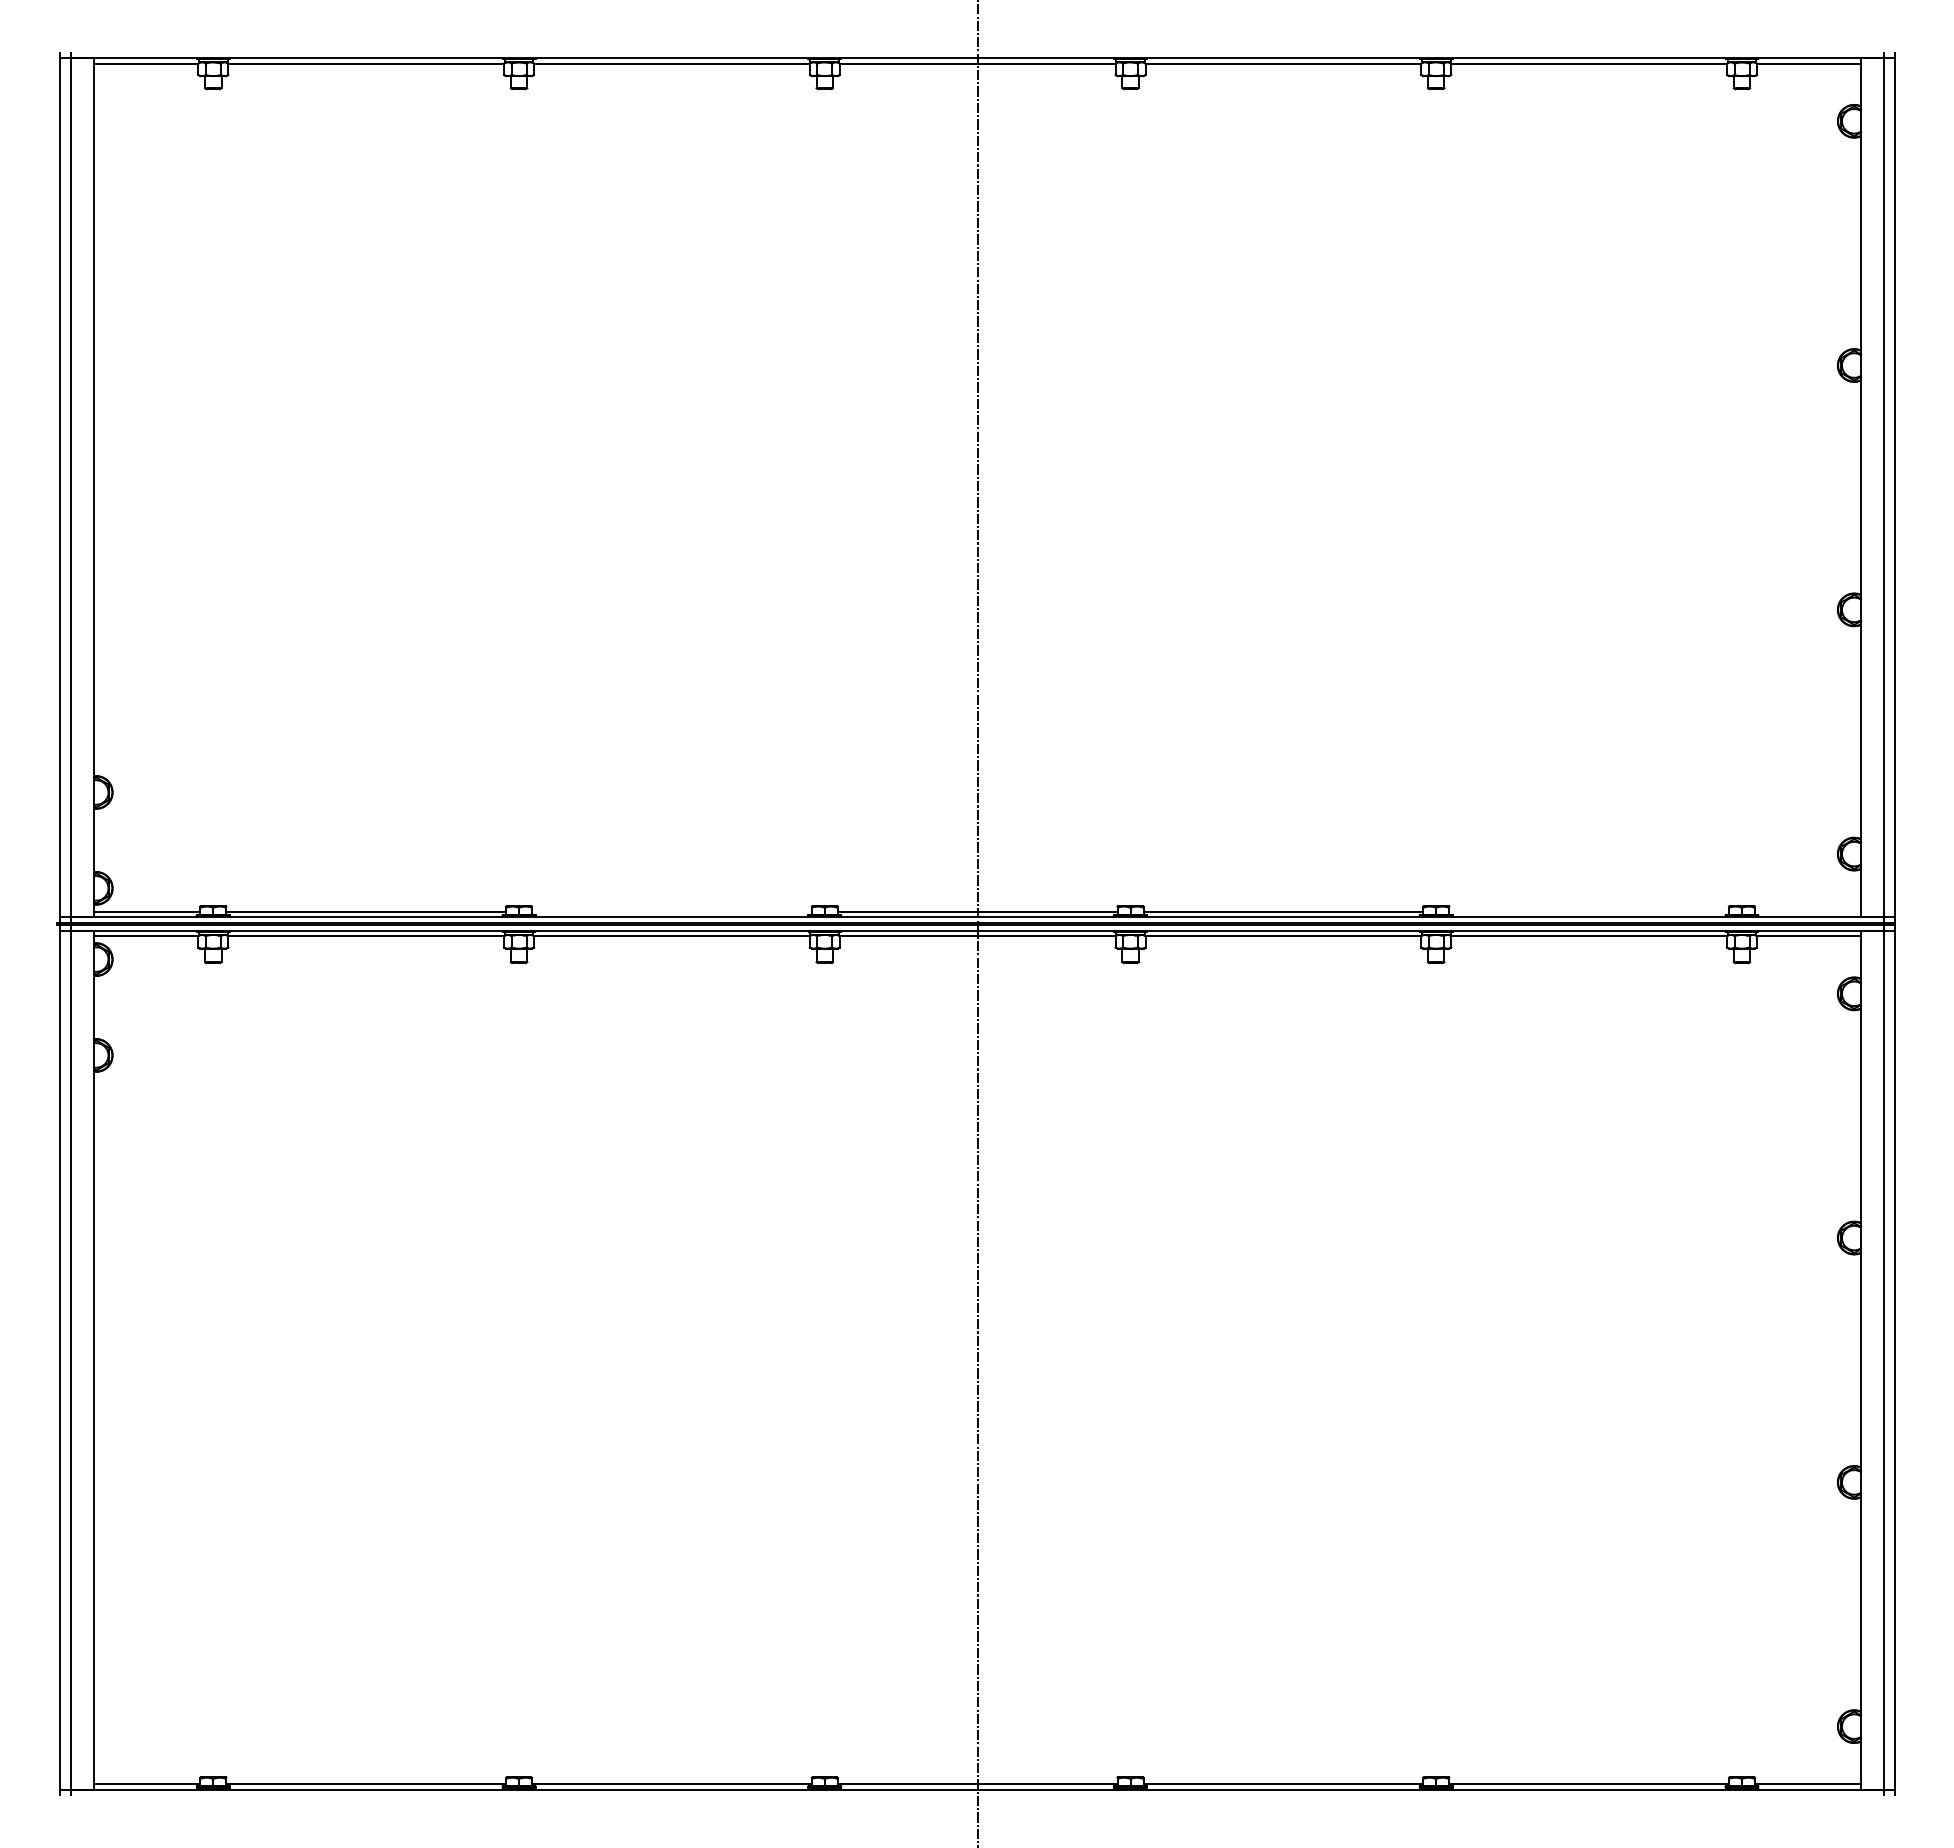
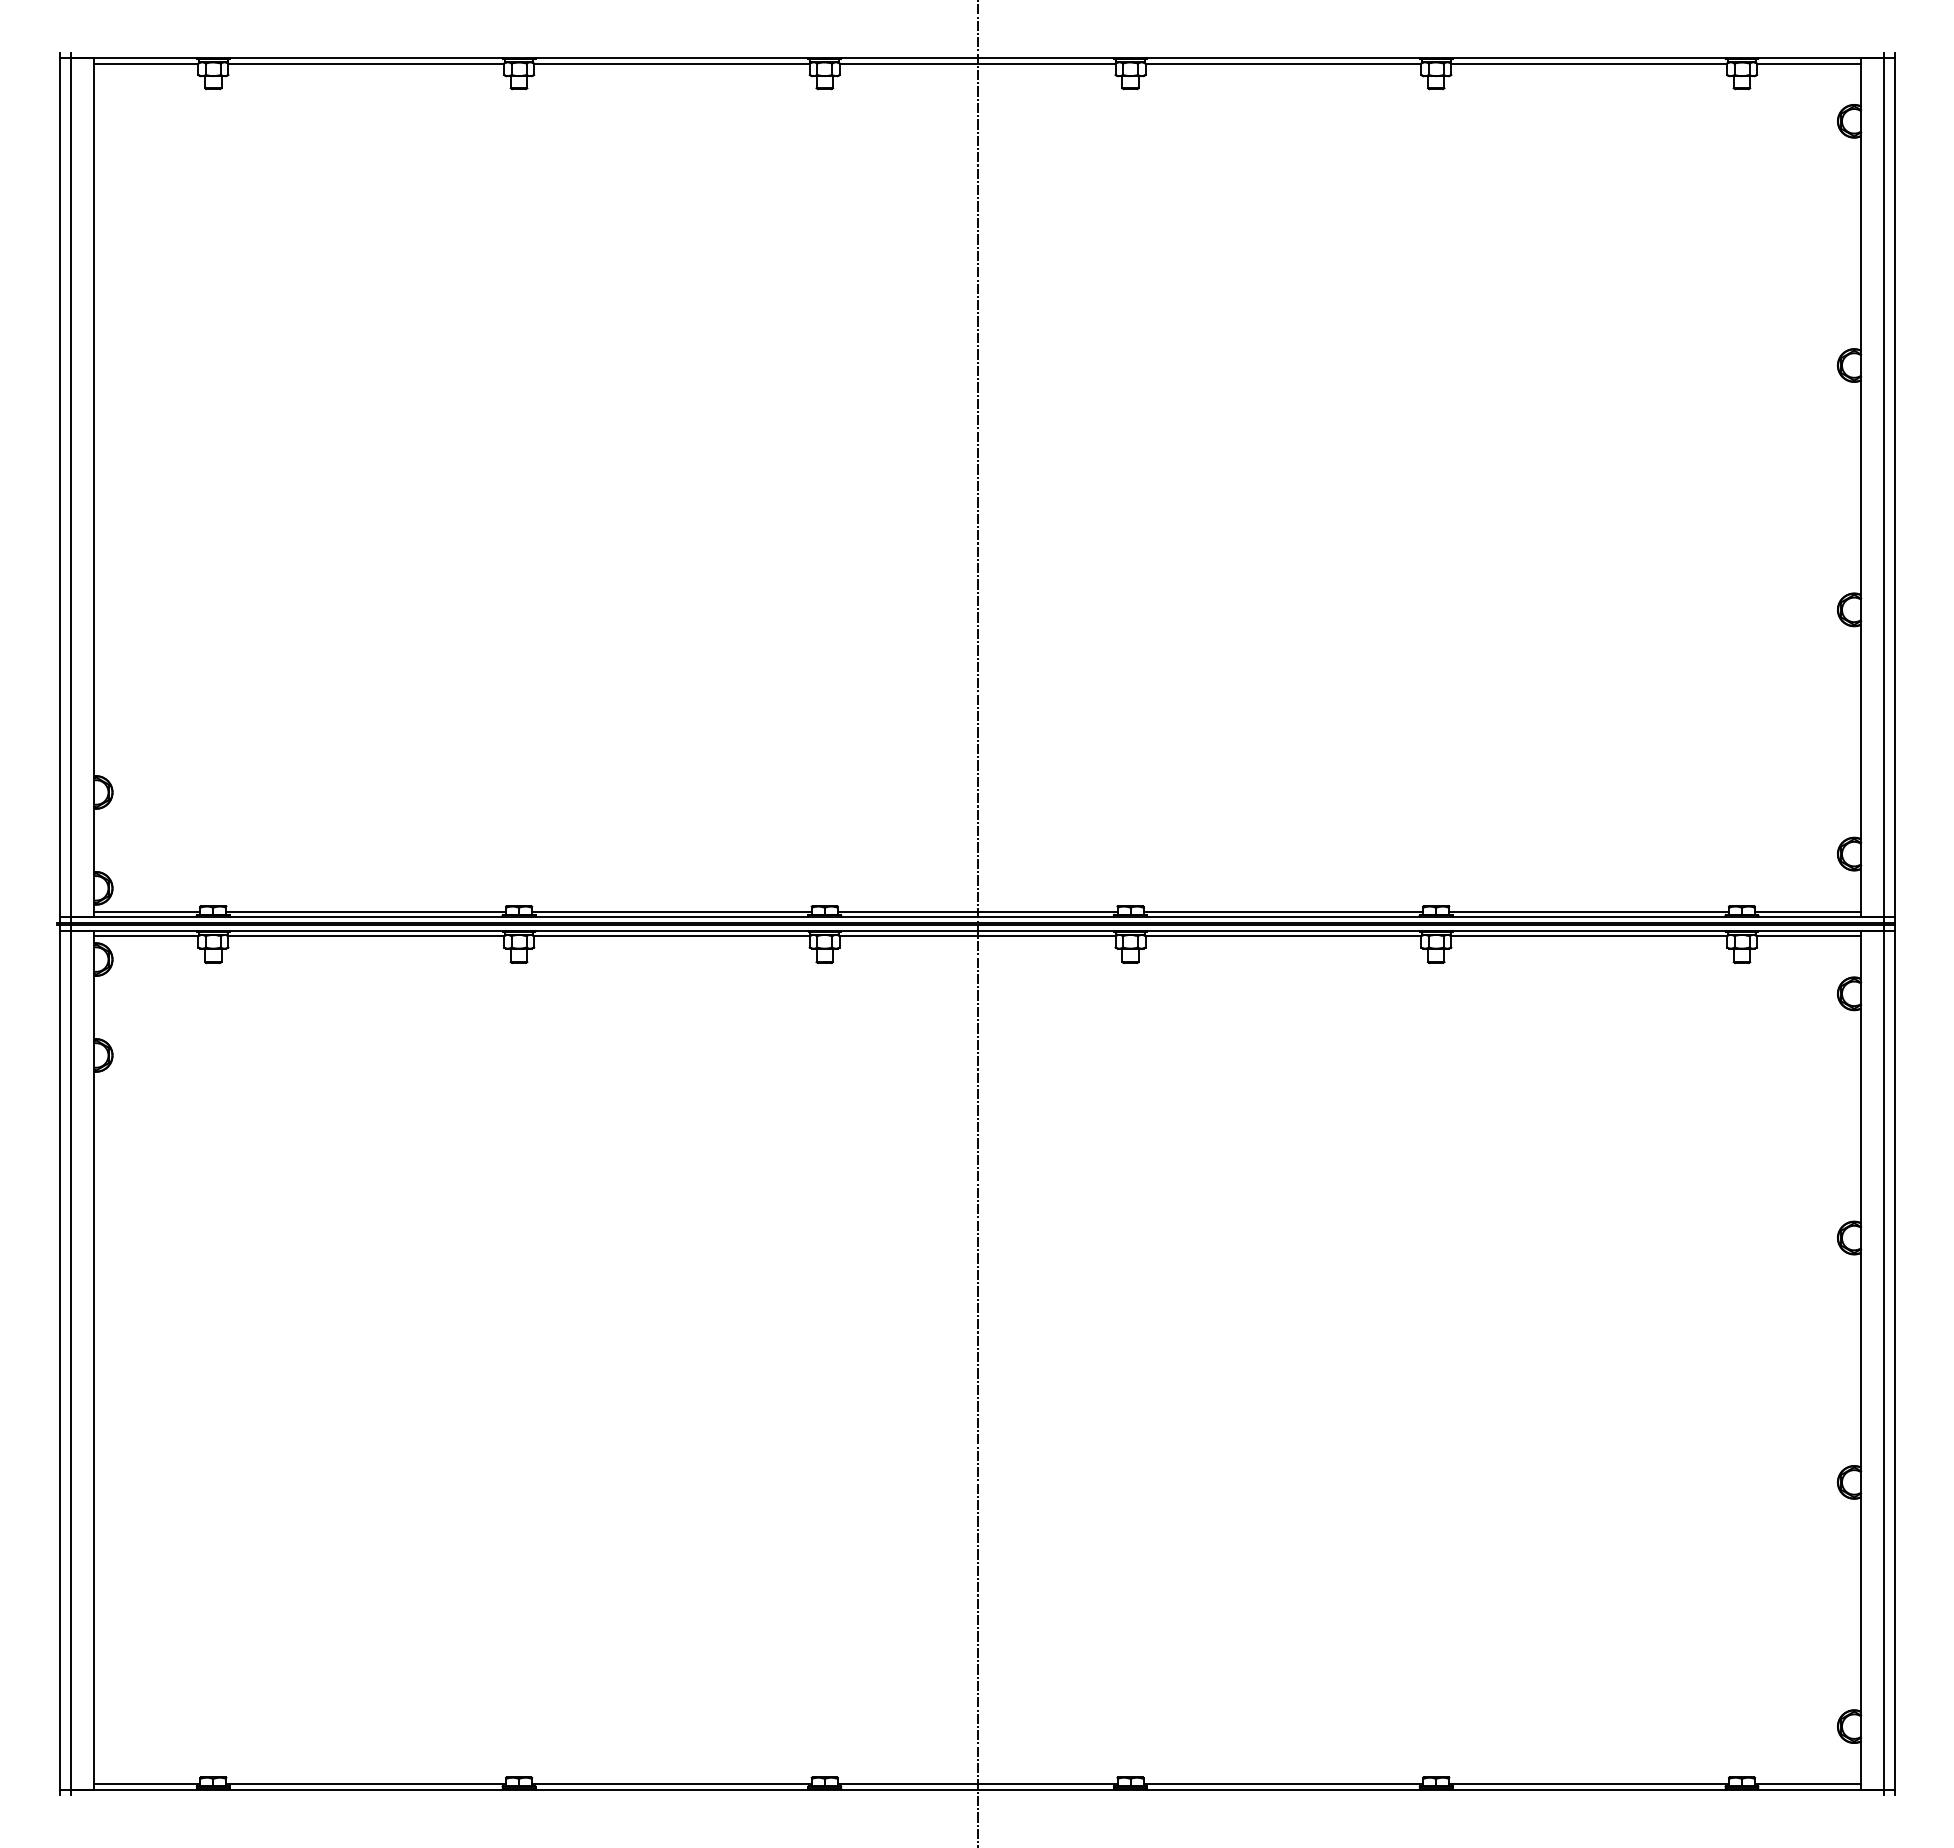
line at (671, 911): none -> present
line at (1588, 911): none -> present
line at (1807, 911): none -> present
